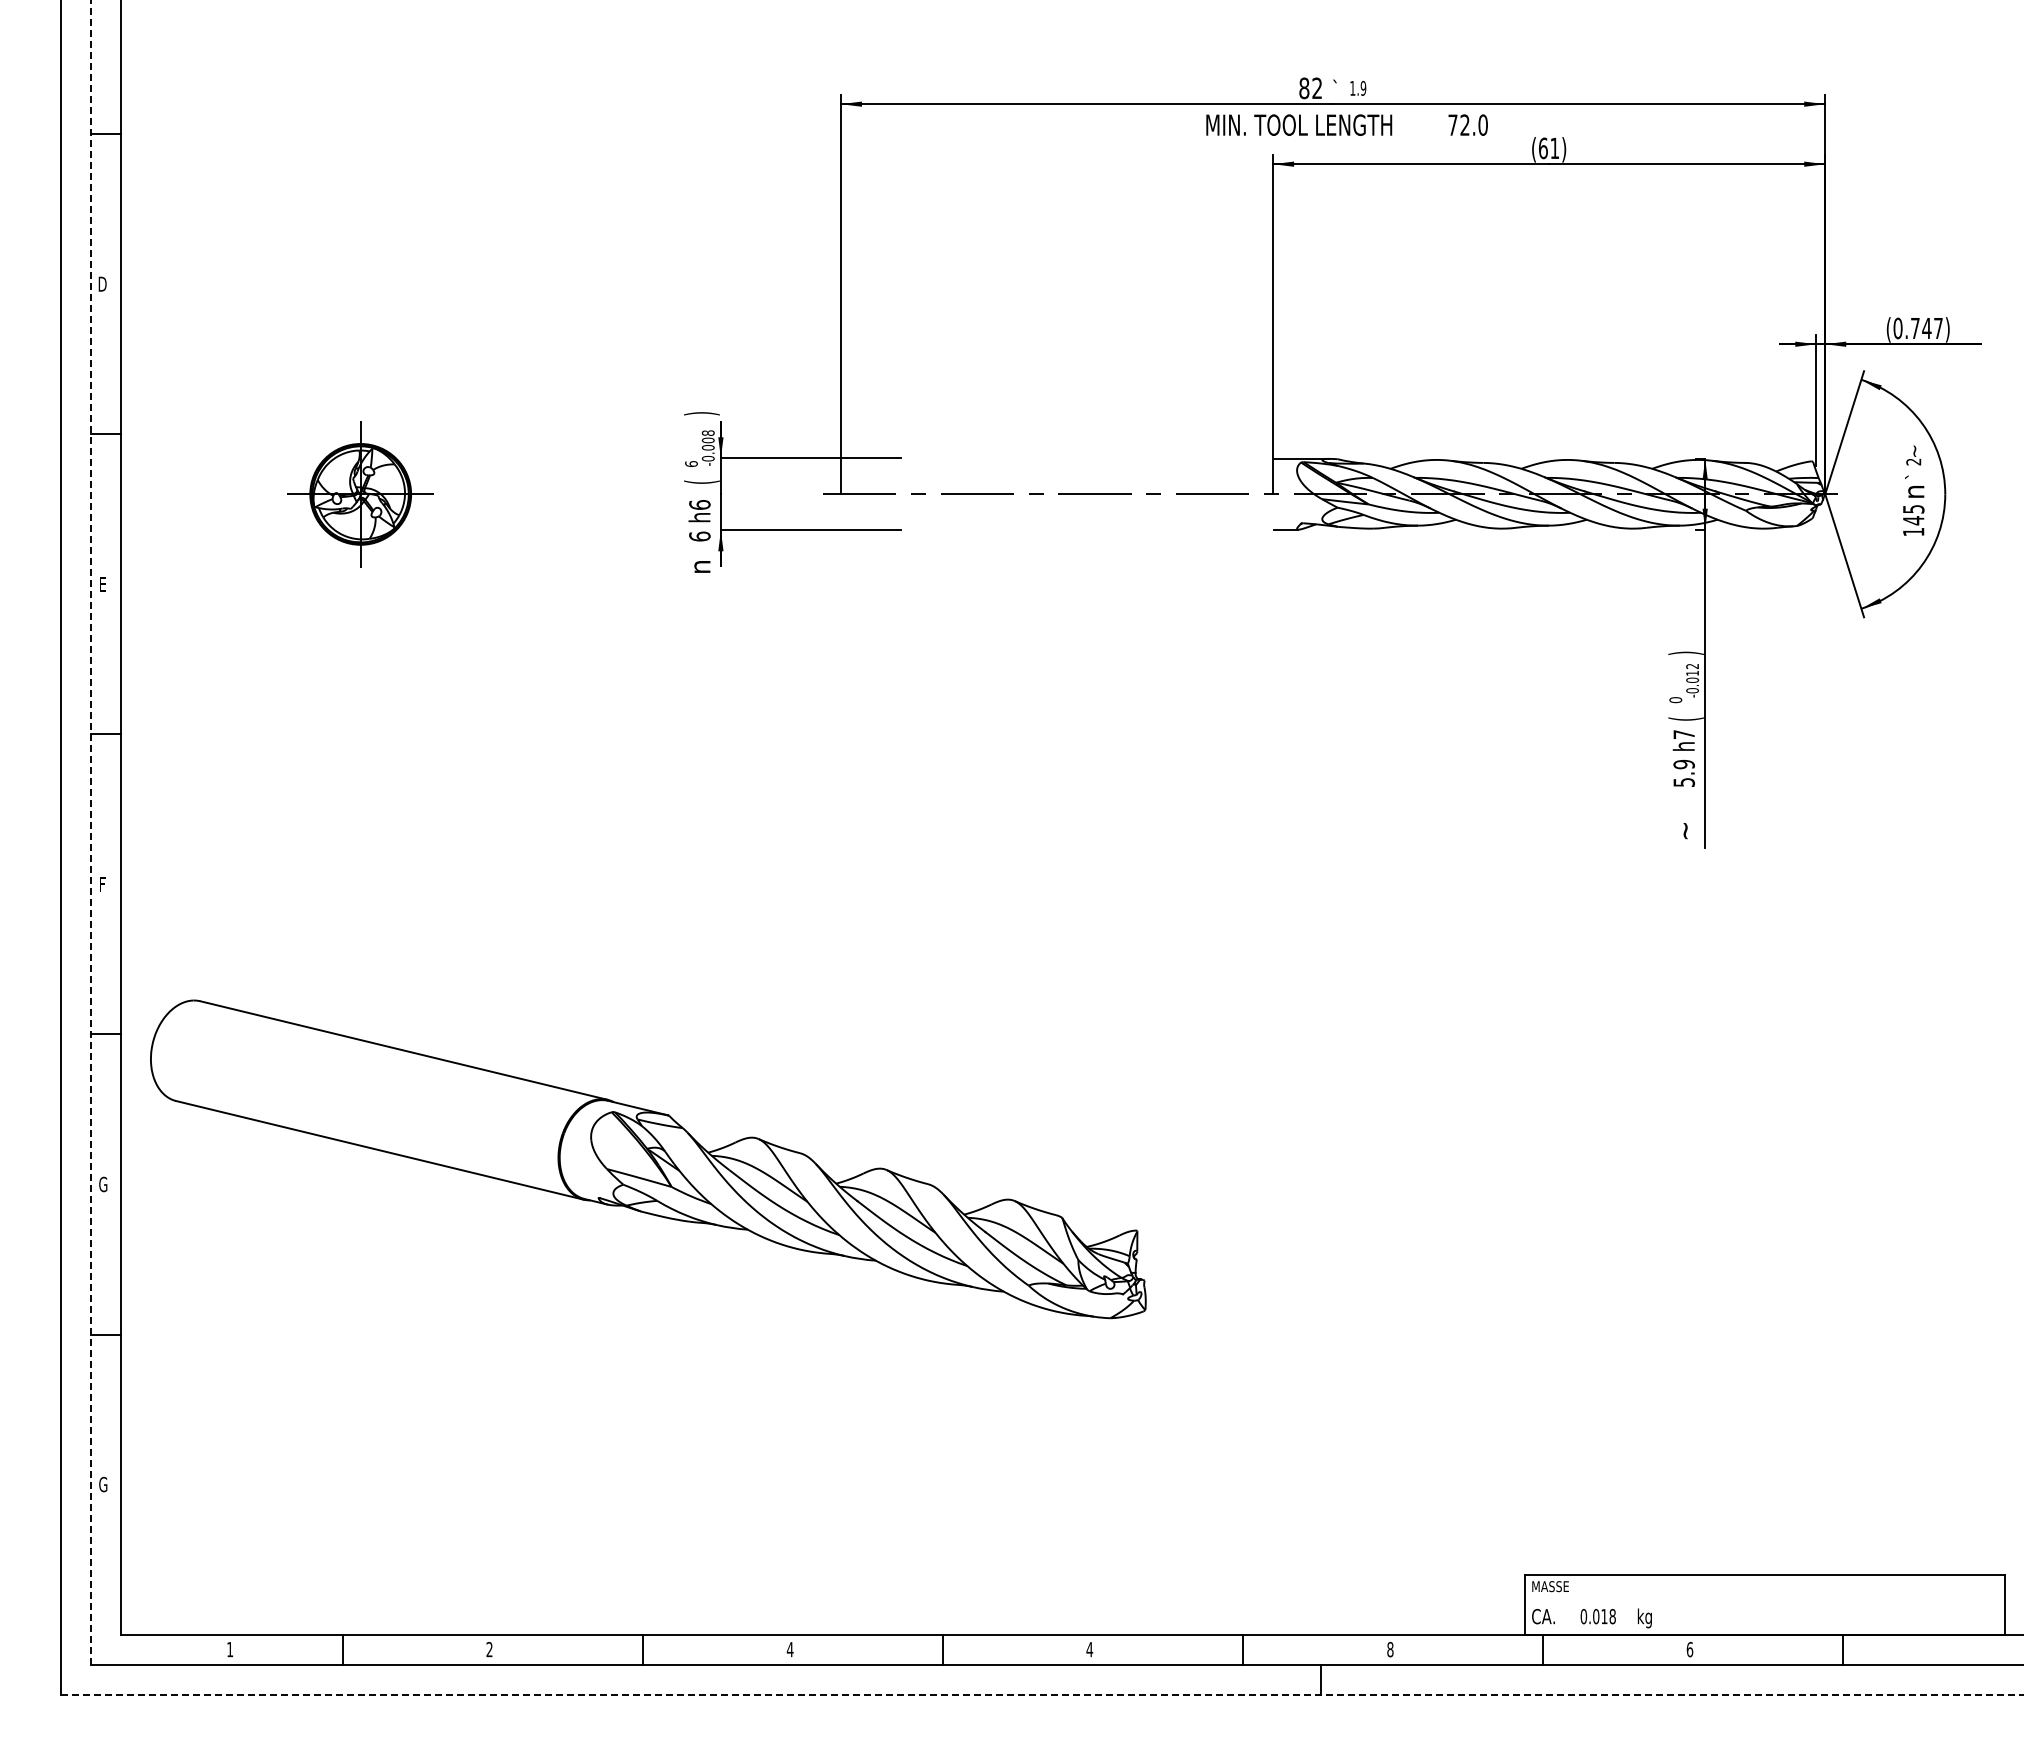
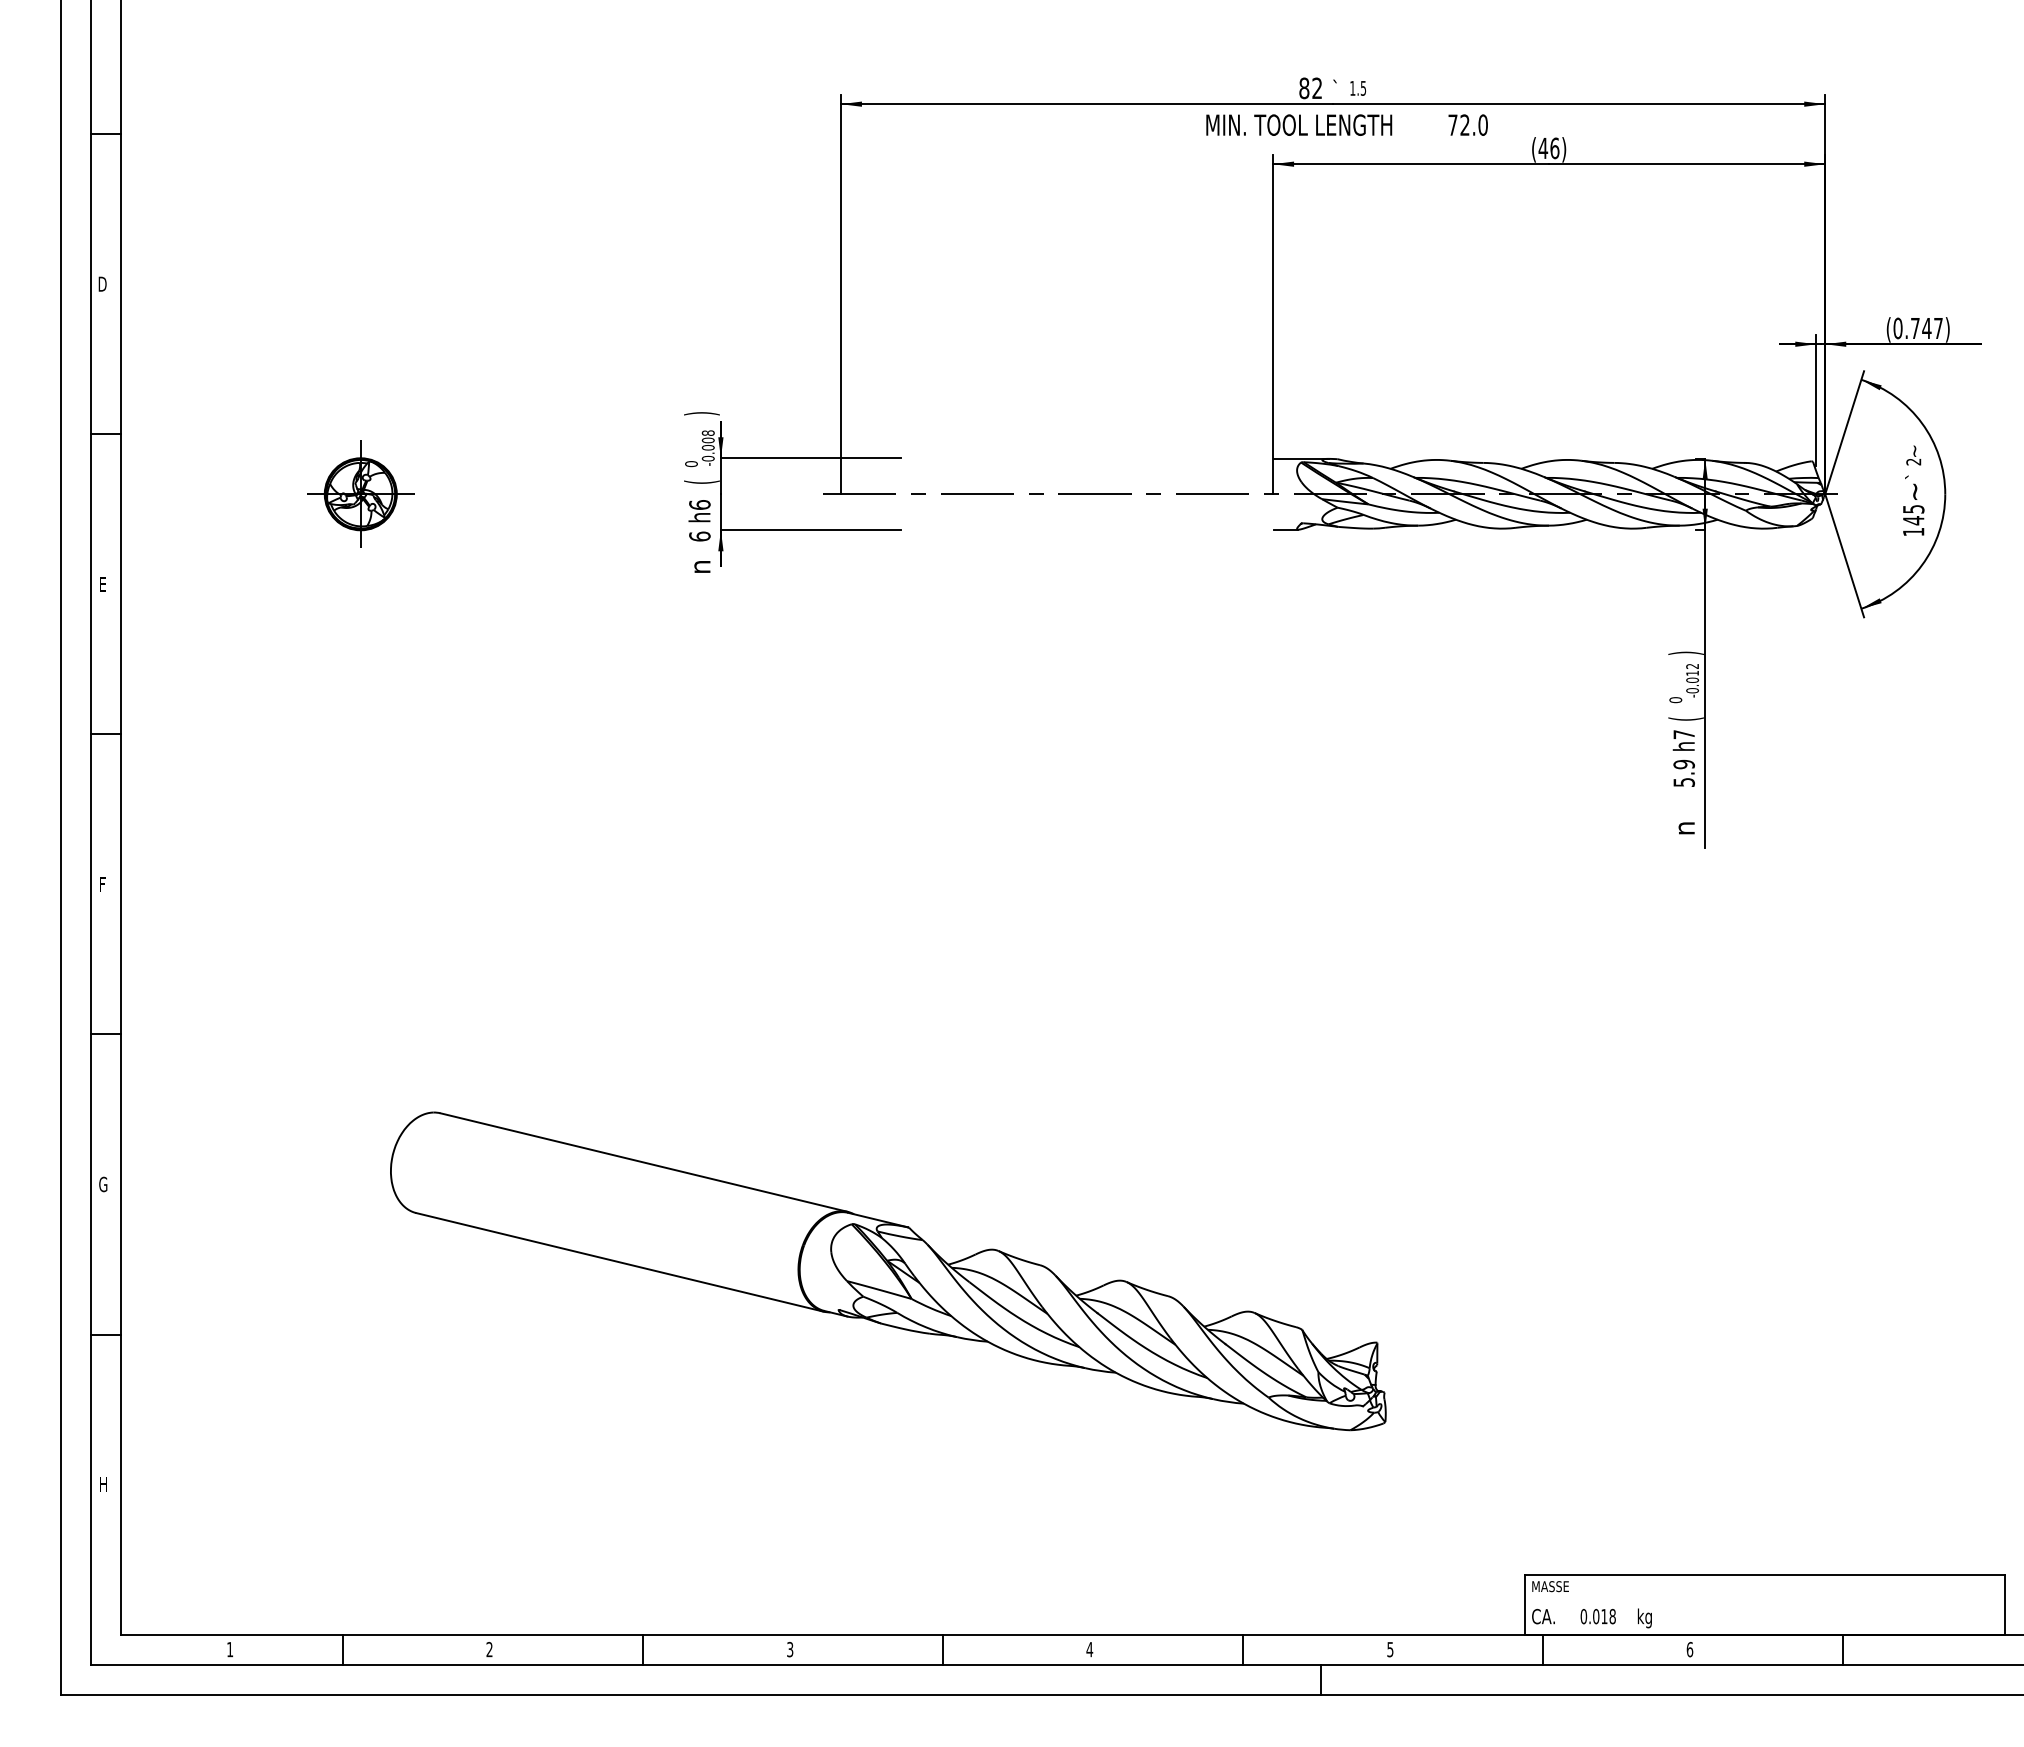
text at (1363, 87): 1.9 -> 1.5
text at (1548, 148): (61) -> (46)
text at (691, 463): 6 -> 0
text at (1916, 491): n -> ~
part at (360, 494) size: 147x147 px -> 108x108 px
text at (1686, 830): ~ -> n
line at (90, 832): dashed -> solid
part at (648, 1159) position: (648, 1159) -> (888, 1271)
text at (103, 1484): G -> H
text at (789, 1649): 4 -> 3
text at (1390, 1649): 8 -> 5
line at (1042, 1694): dashed -> solid
